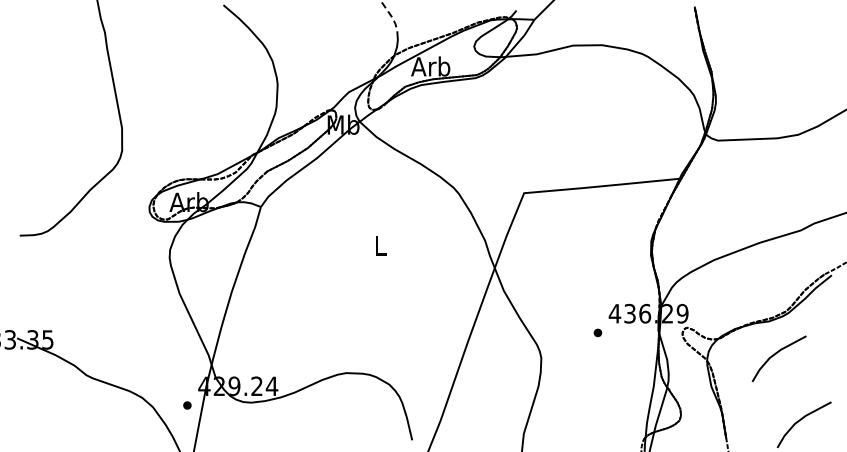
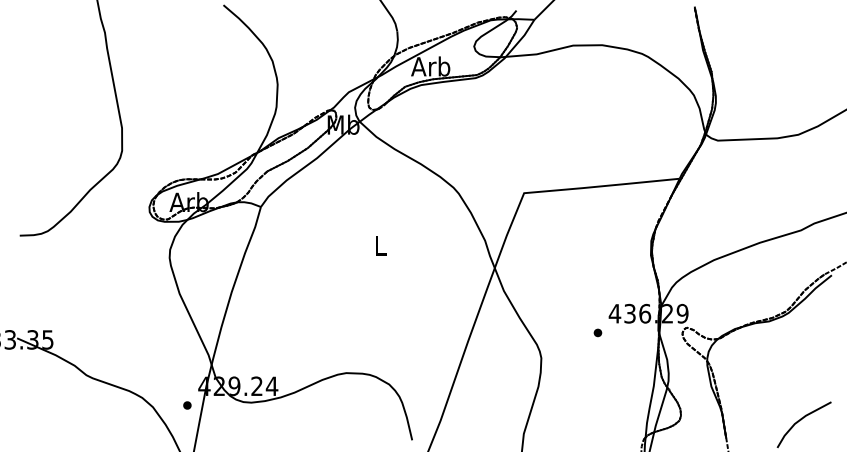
line at (391, 16): dashed -> solid
line at (776, 354): present -> none
